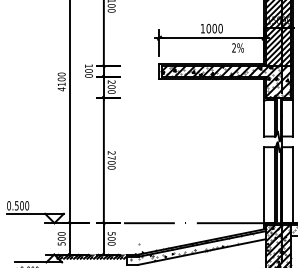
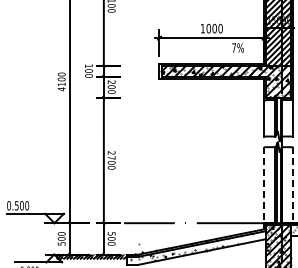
text at (233, 47): 2% -> 7%
line at (293, 185): solid -> dashed
line at (264, 188): solid -> dashed
